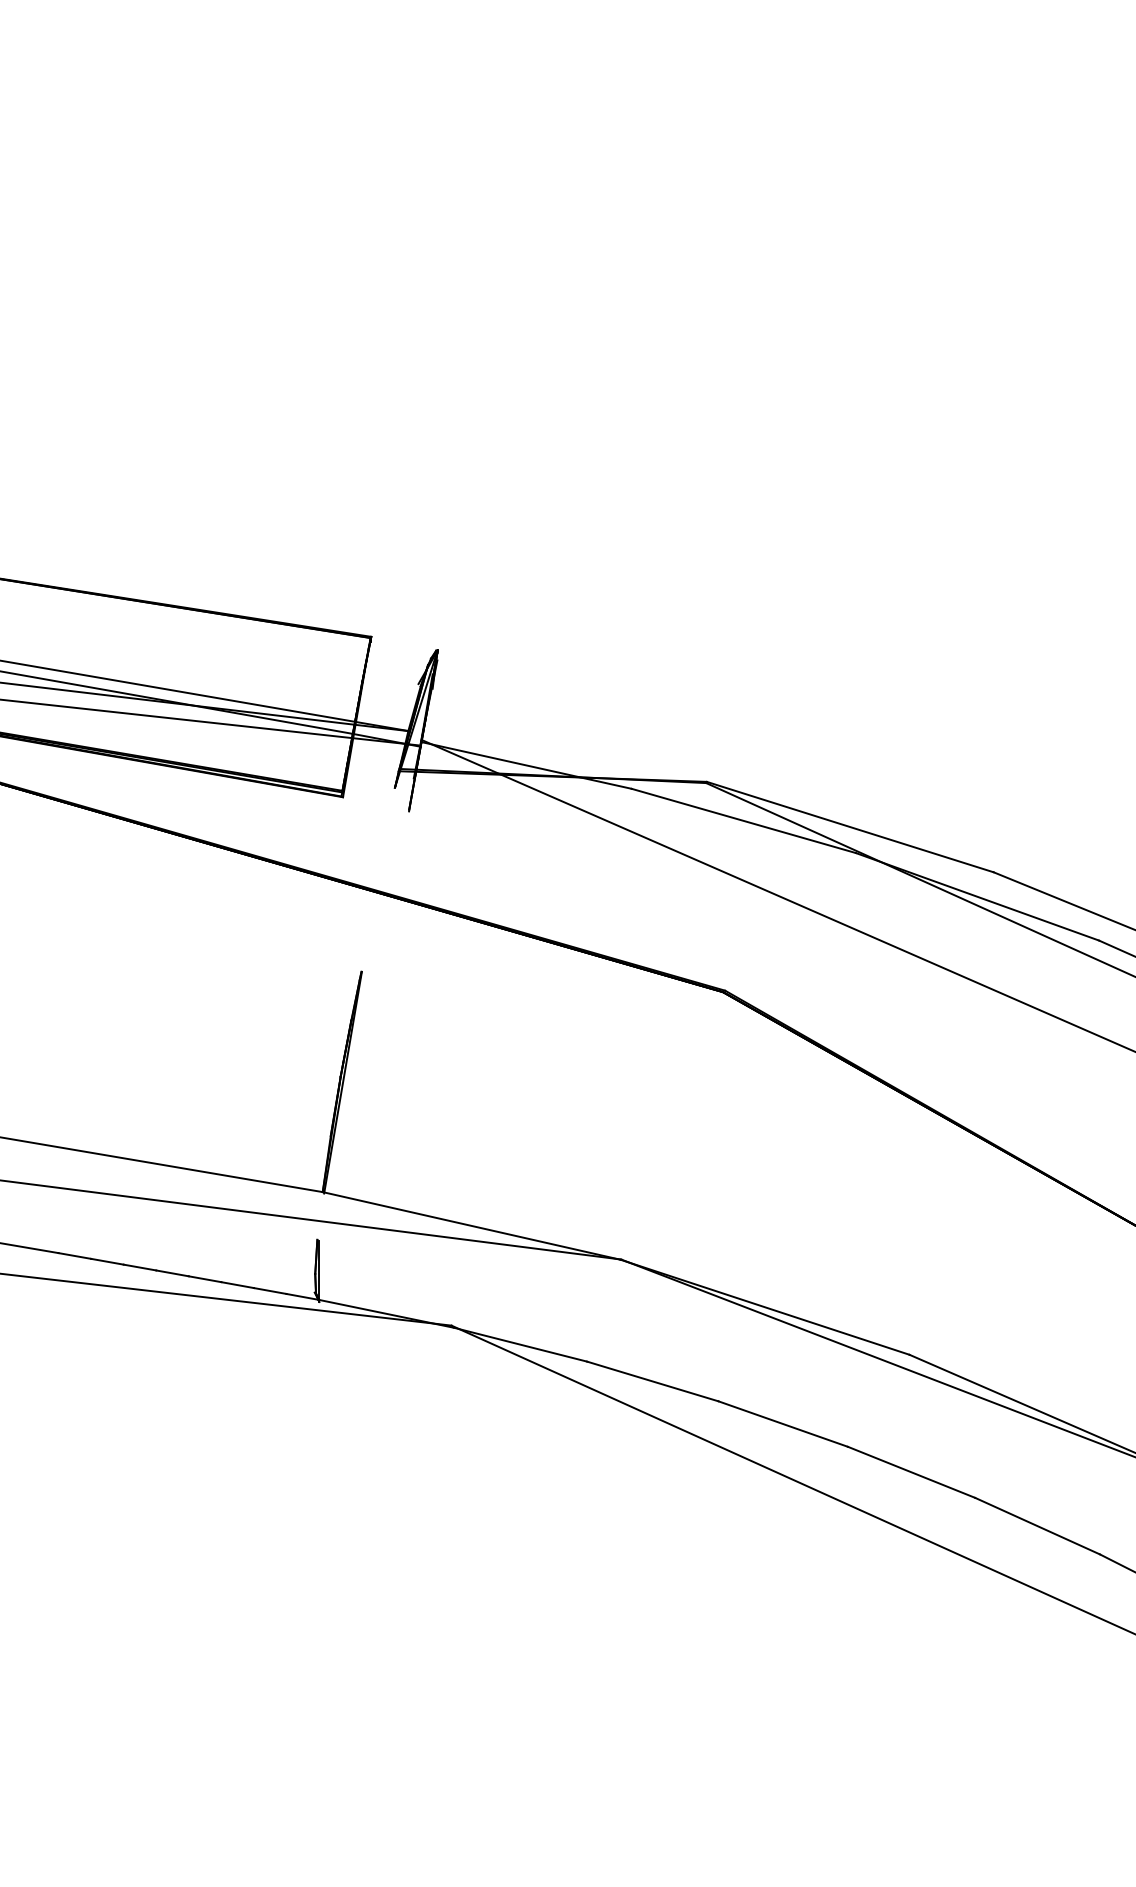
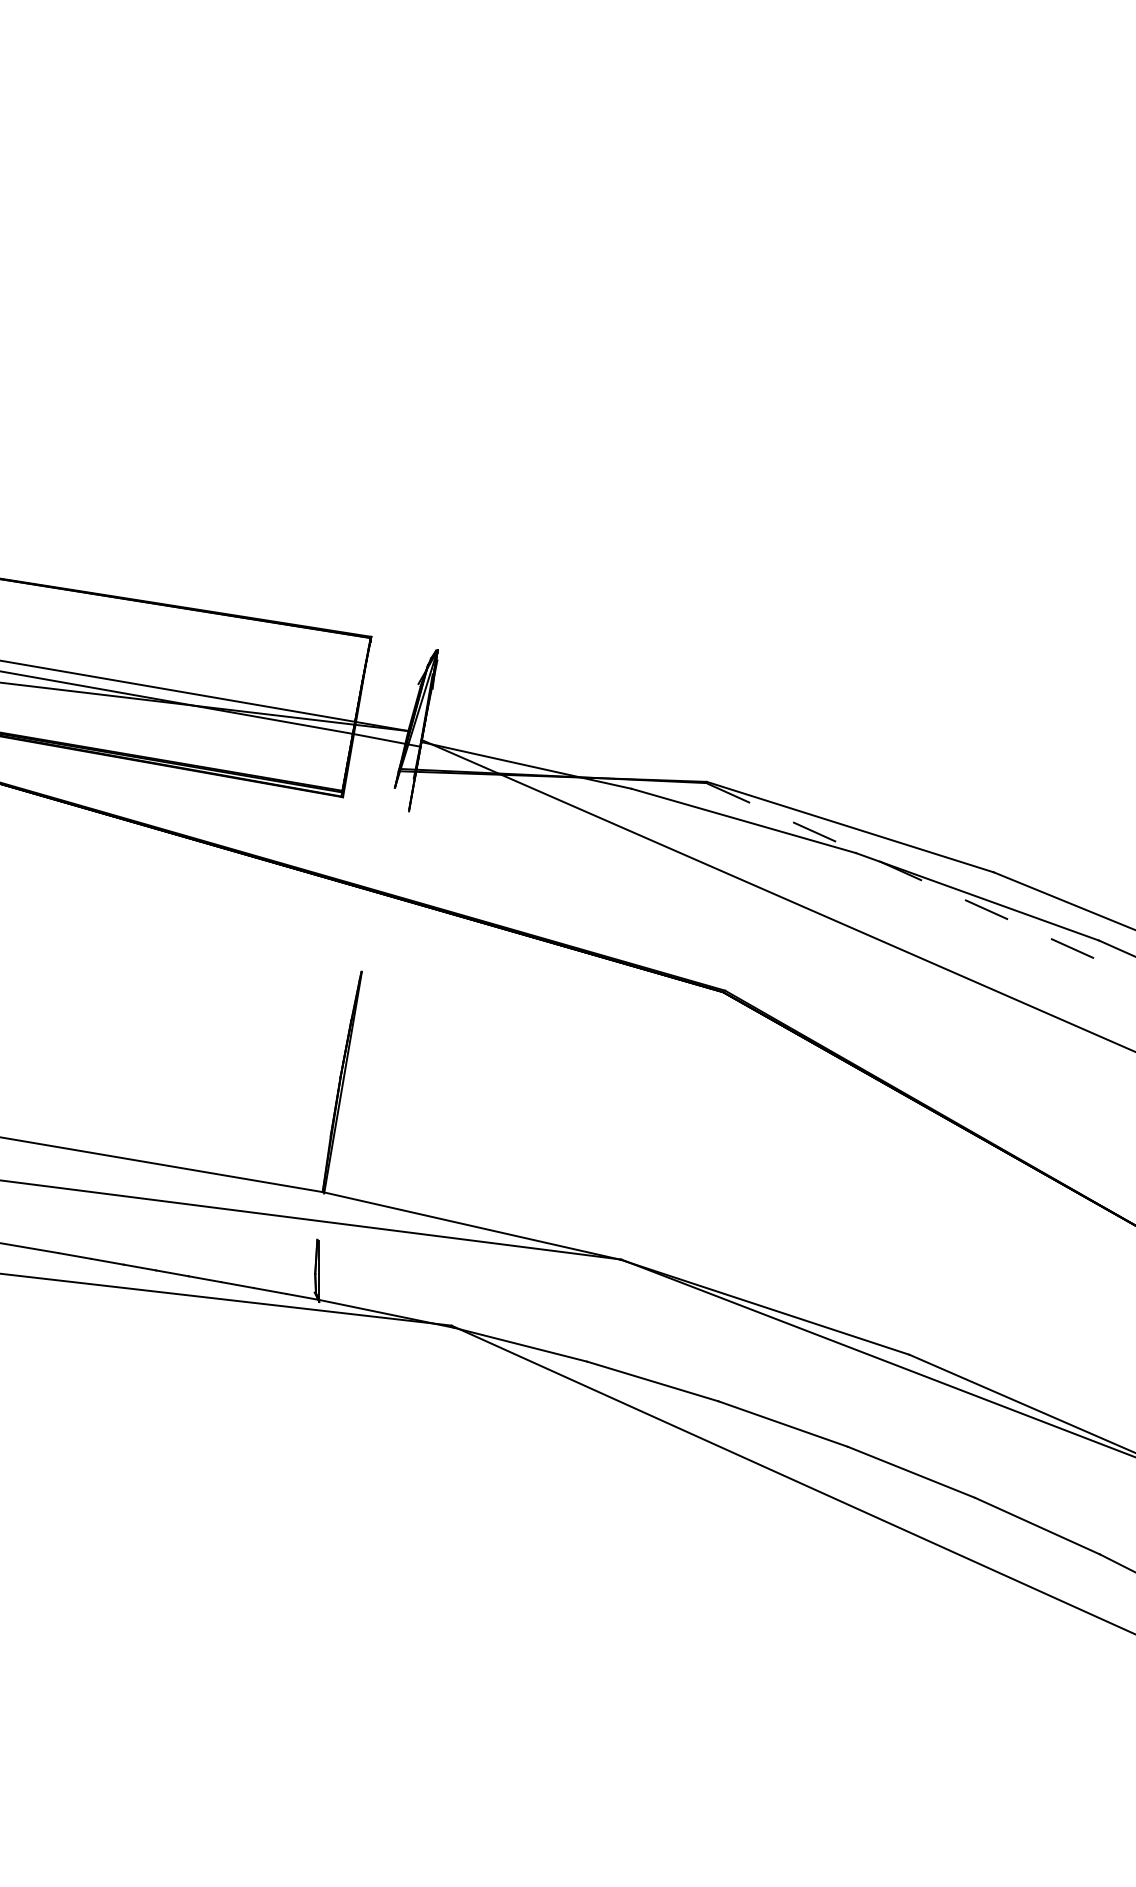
line at (210, 722): present -> none
line at (920, 879): solid -> dashed
